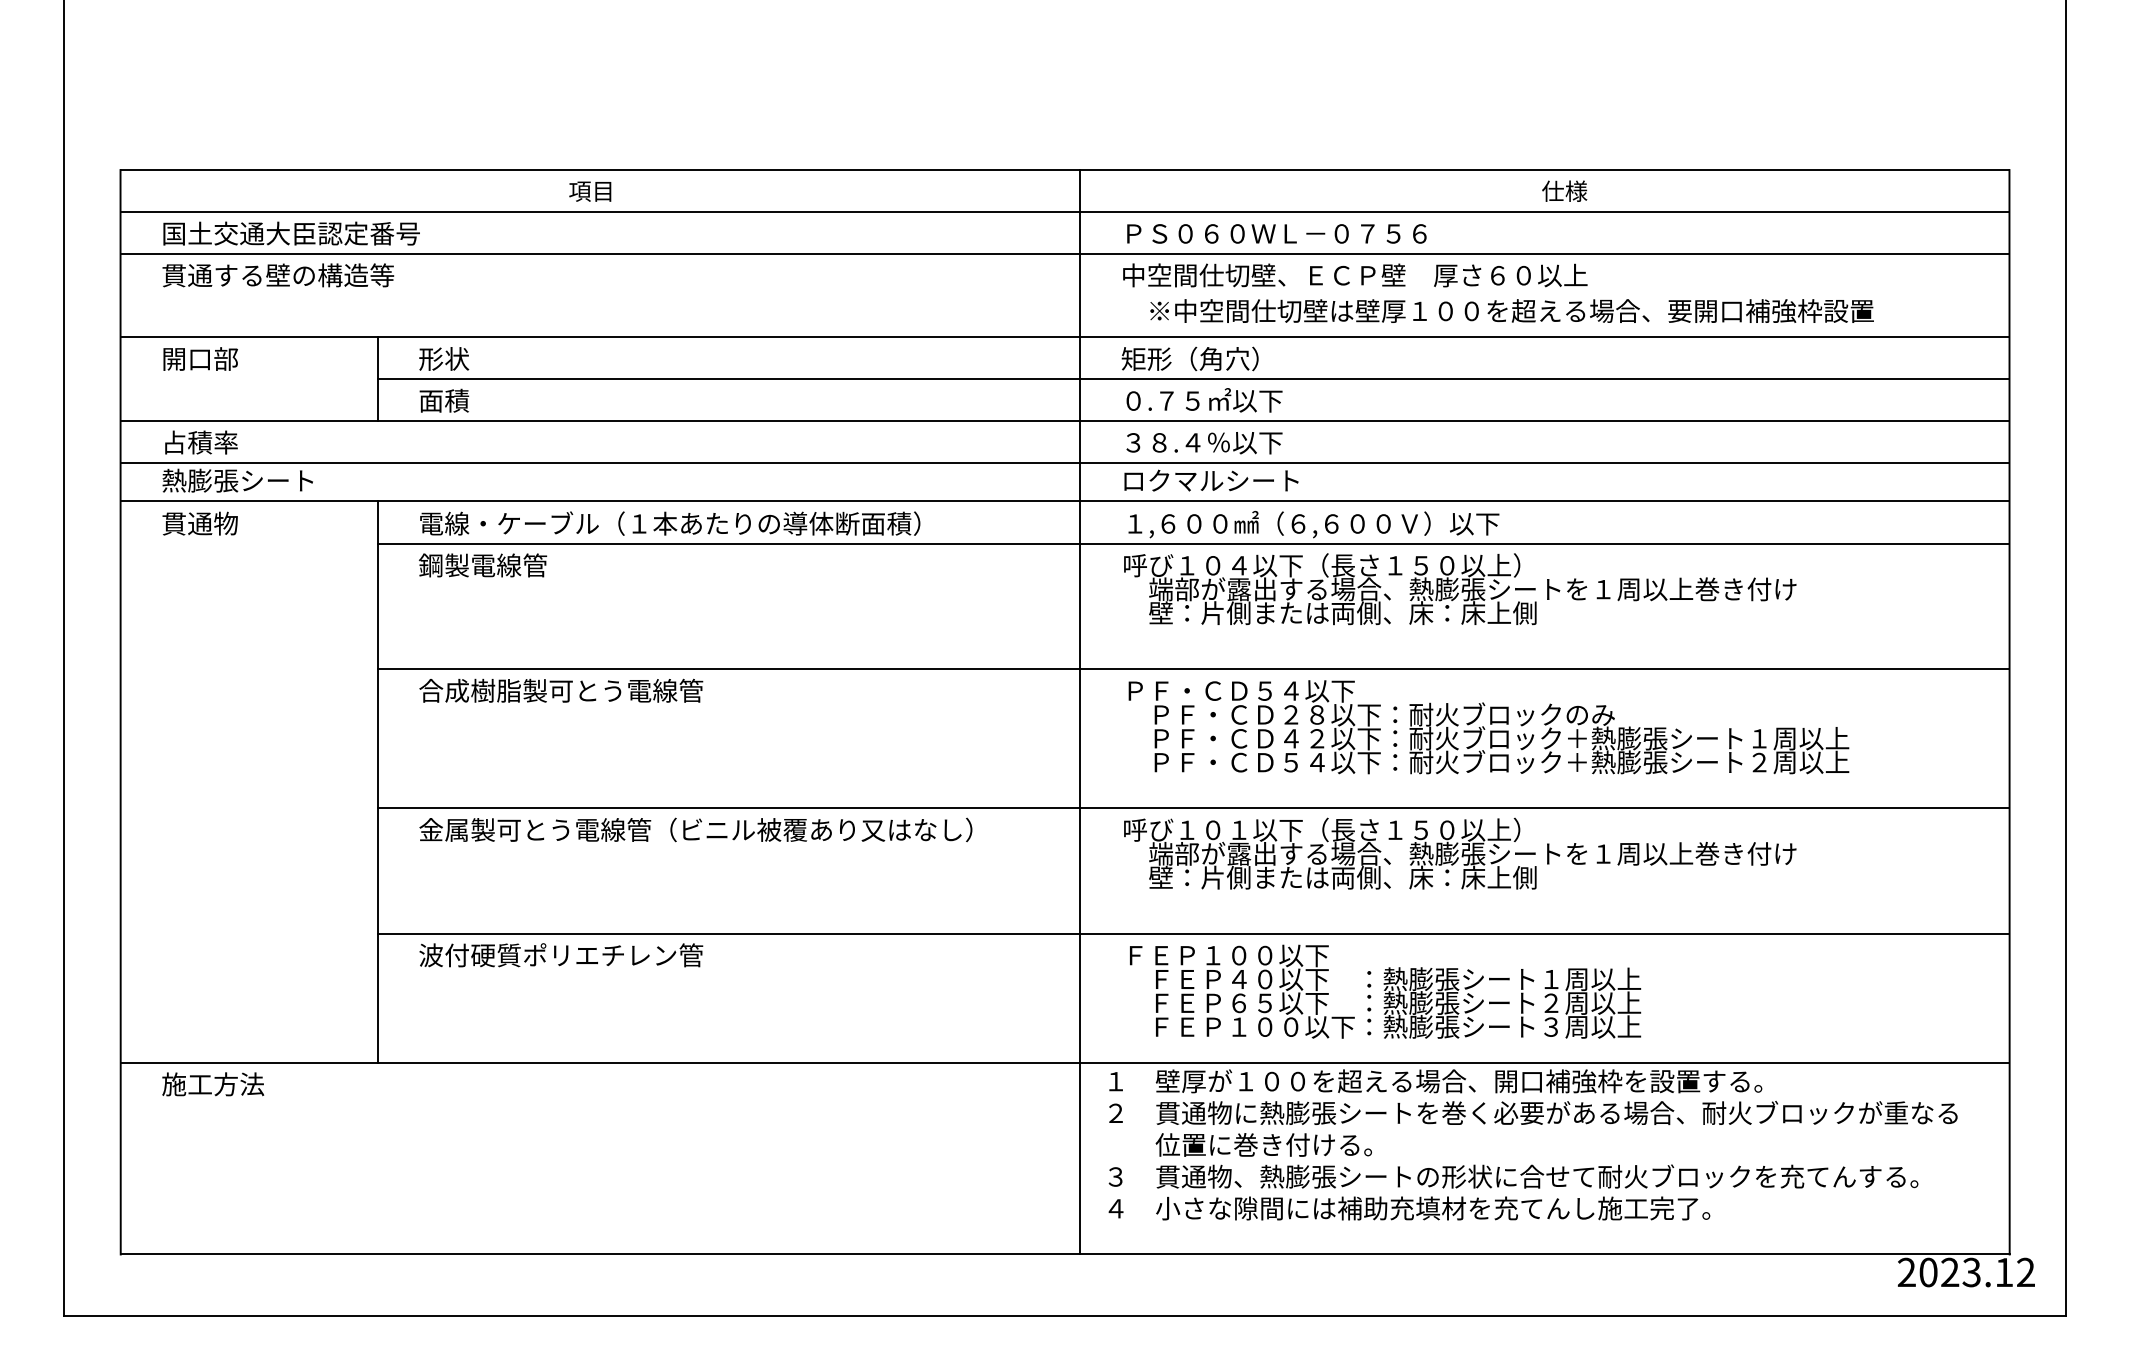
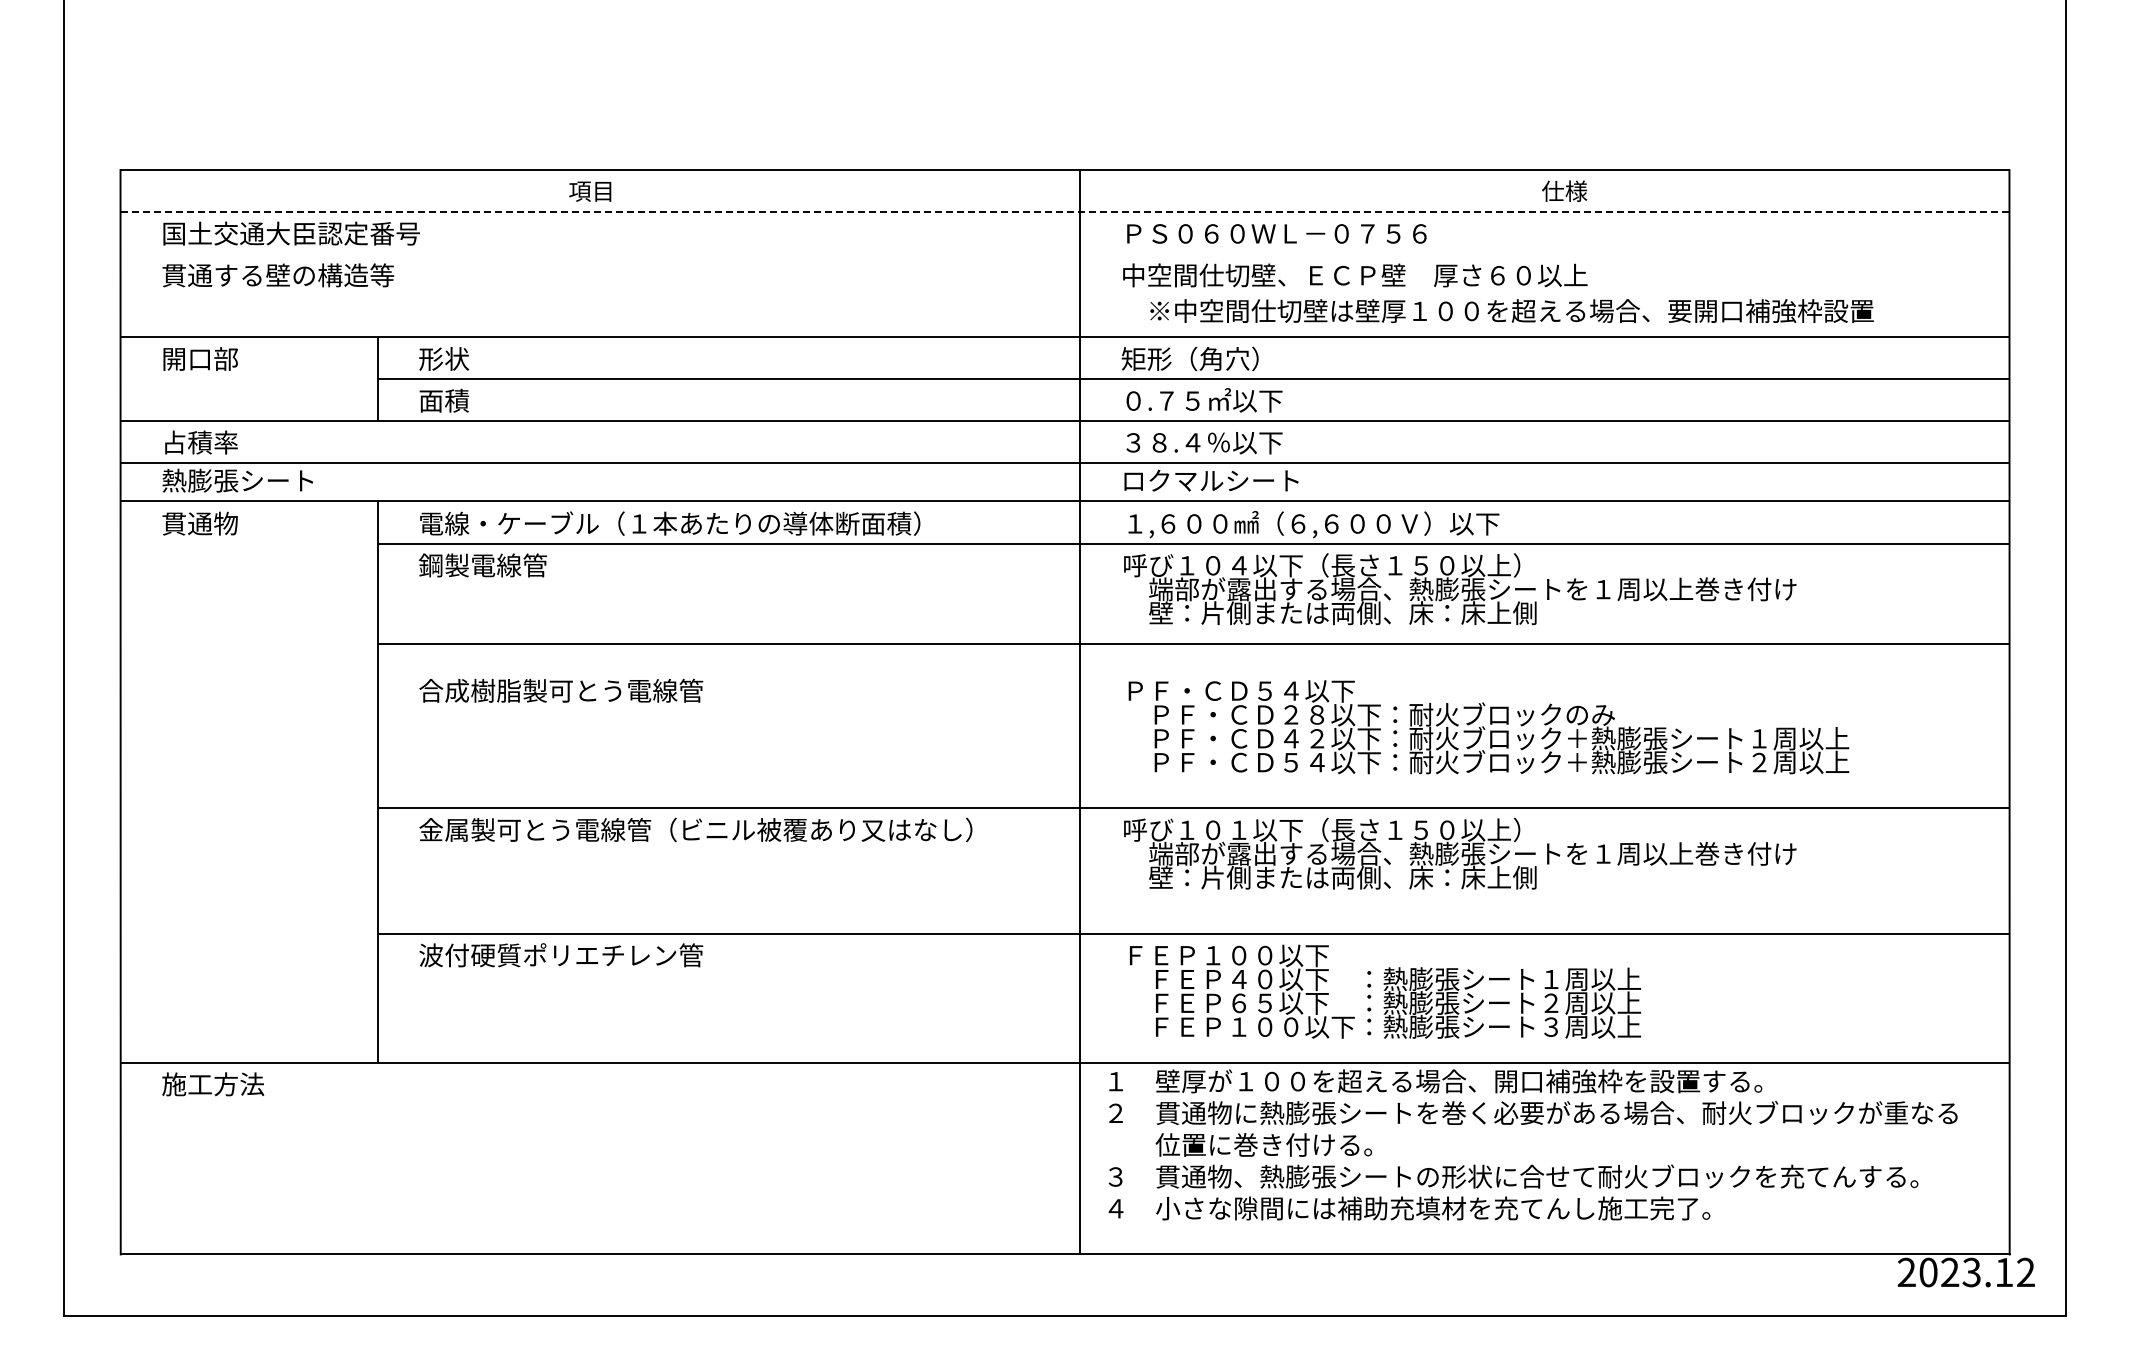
line at (1064, 211): solid -> dashed
line at (1064, 253): present -> none
line at (1193, 669) position: (1193, 669) -> (1193, 644)
